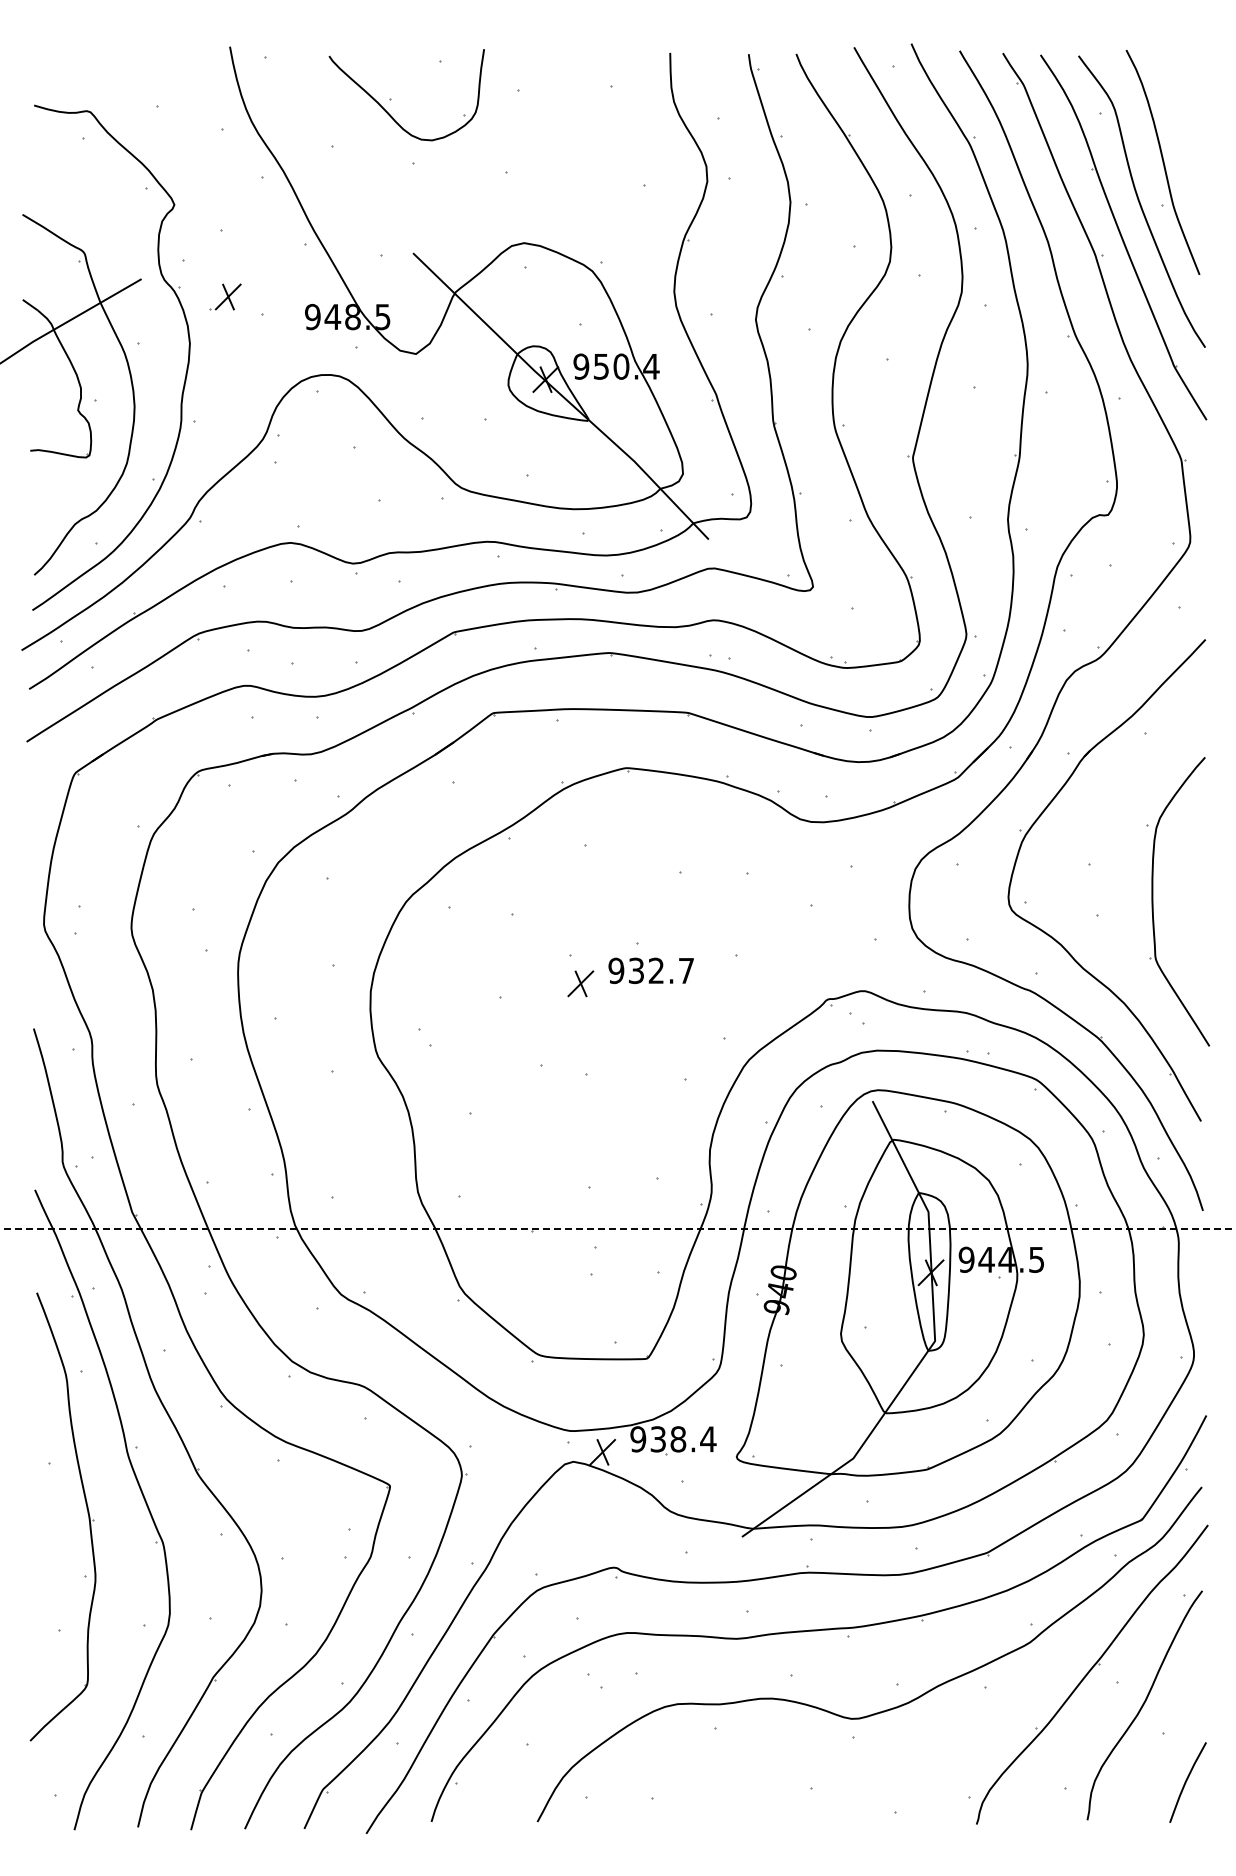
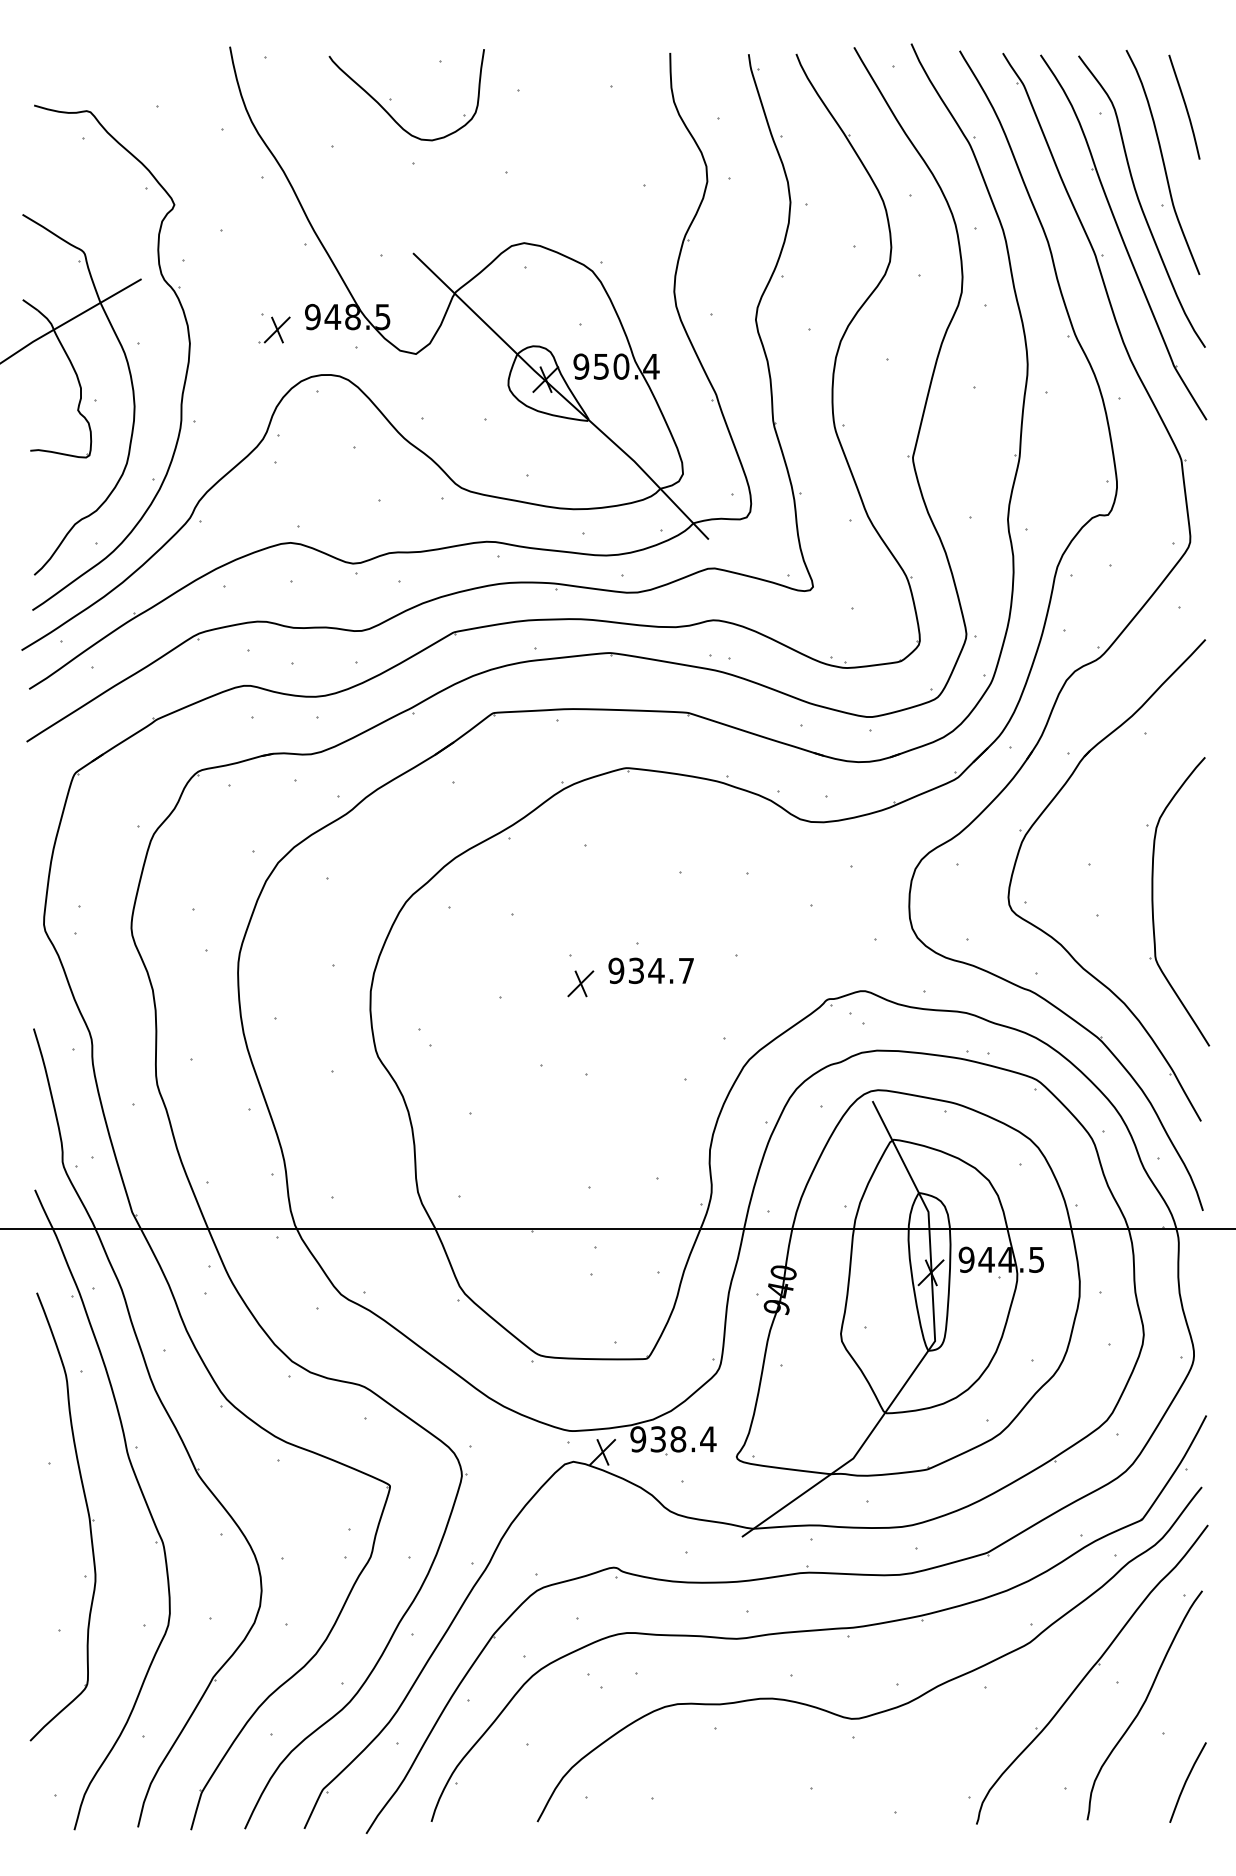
curve at (1184, 105): none -> present
part at (225, 296) position: (225, 296) -> (274, 329)
text at (656, 970): 932.7 -> 934.7
line at (617, 1228): dashed -> solid
